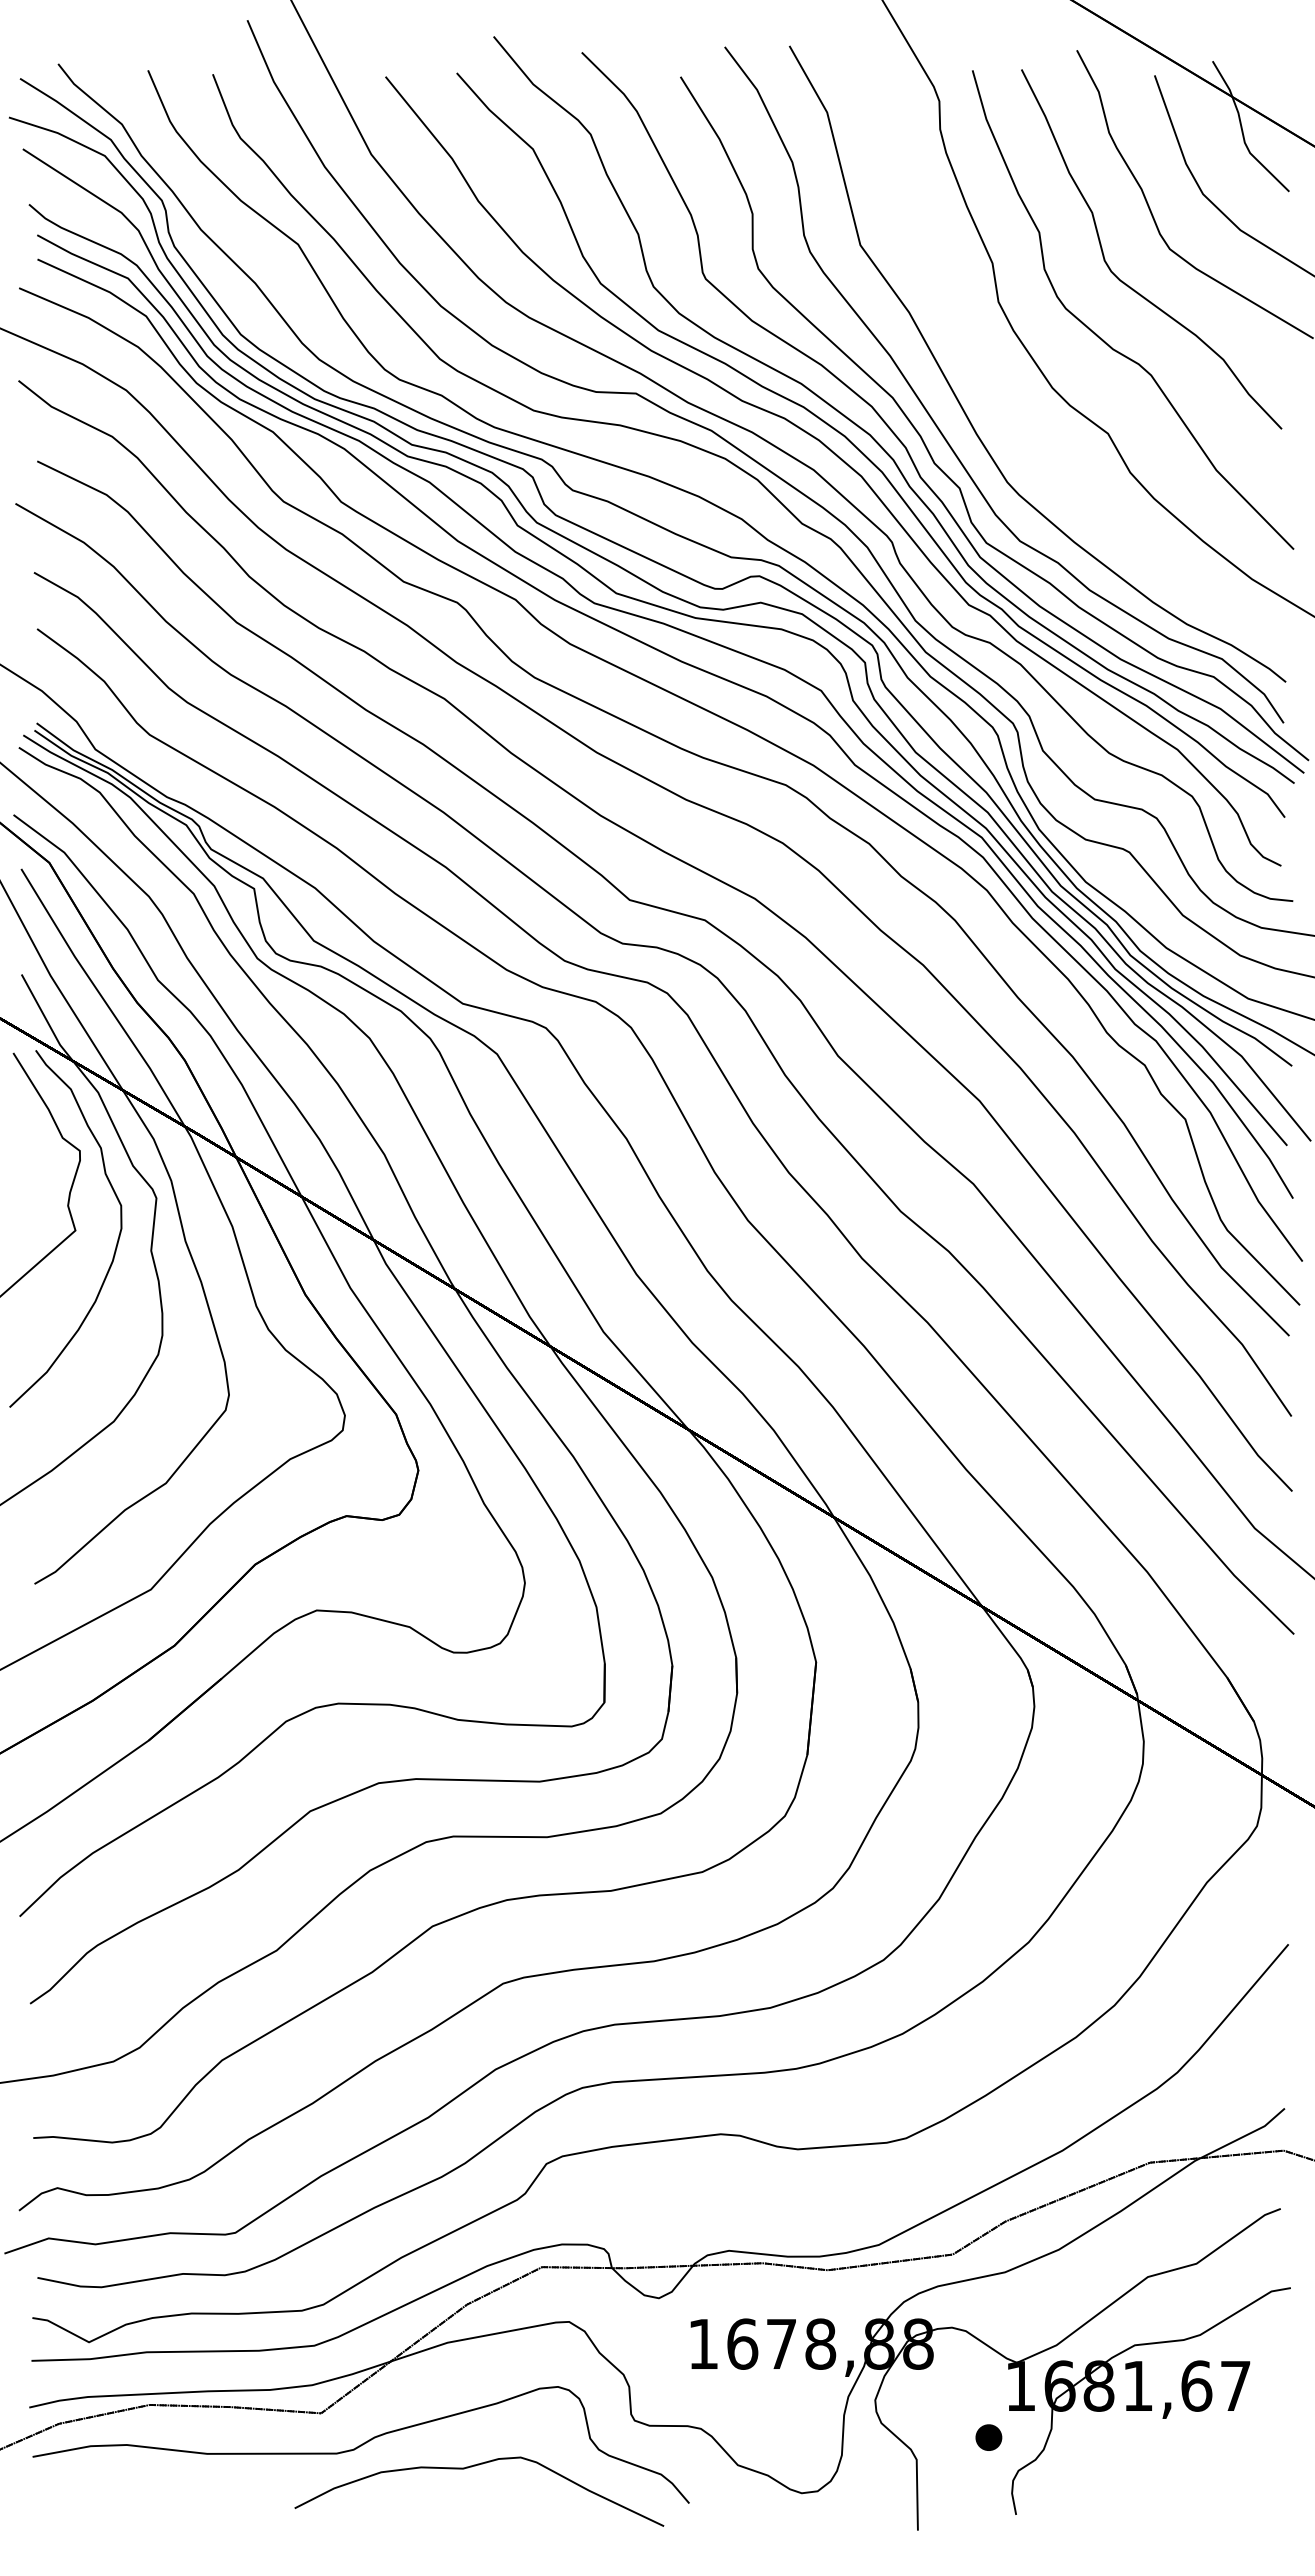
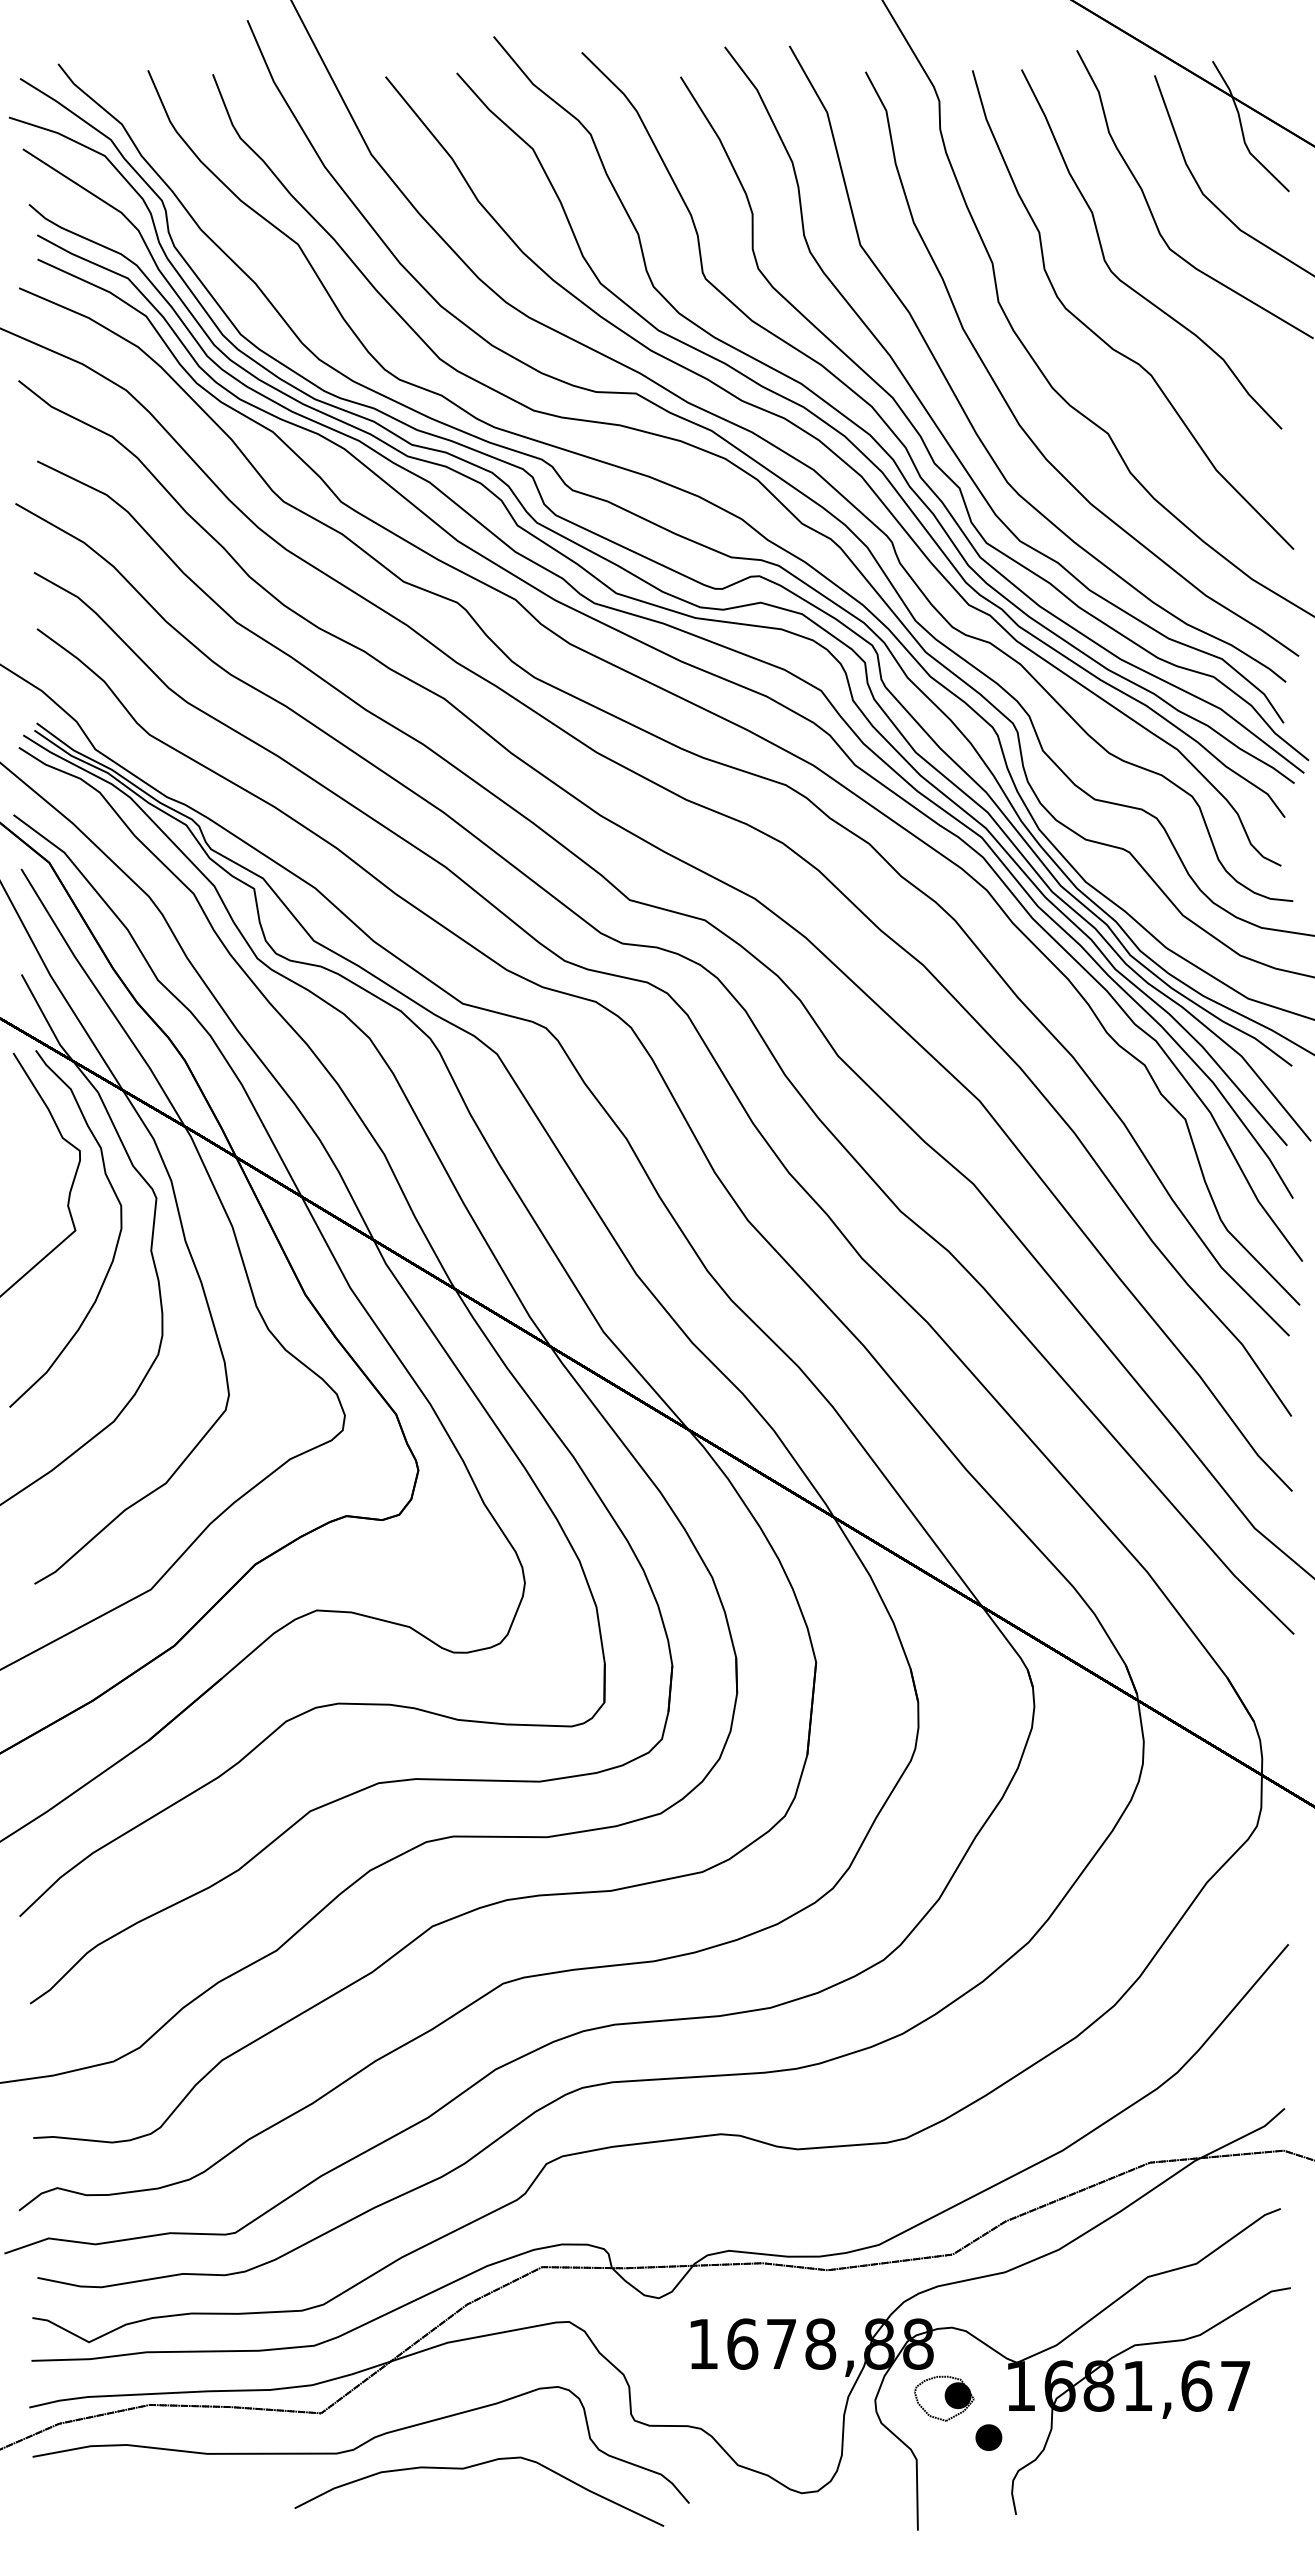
curve at (1009, 405): none -> present
part at (944, 2398): none -> present
